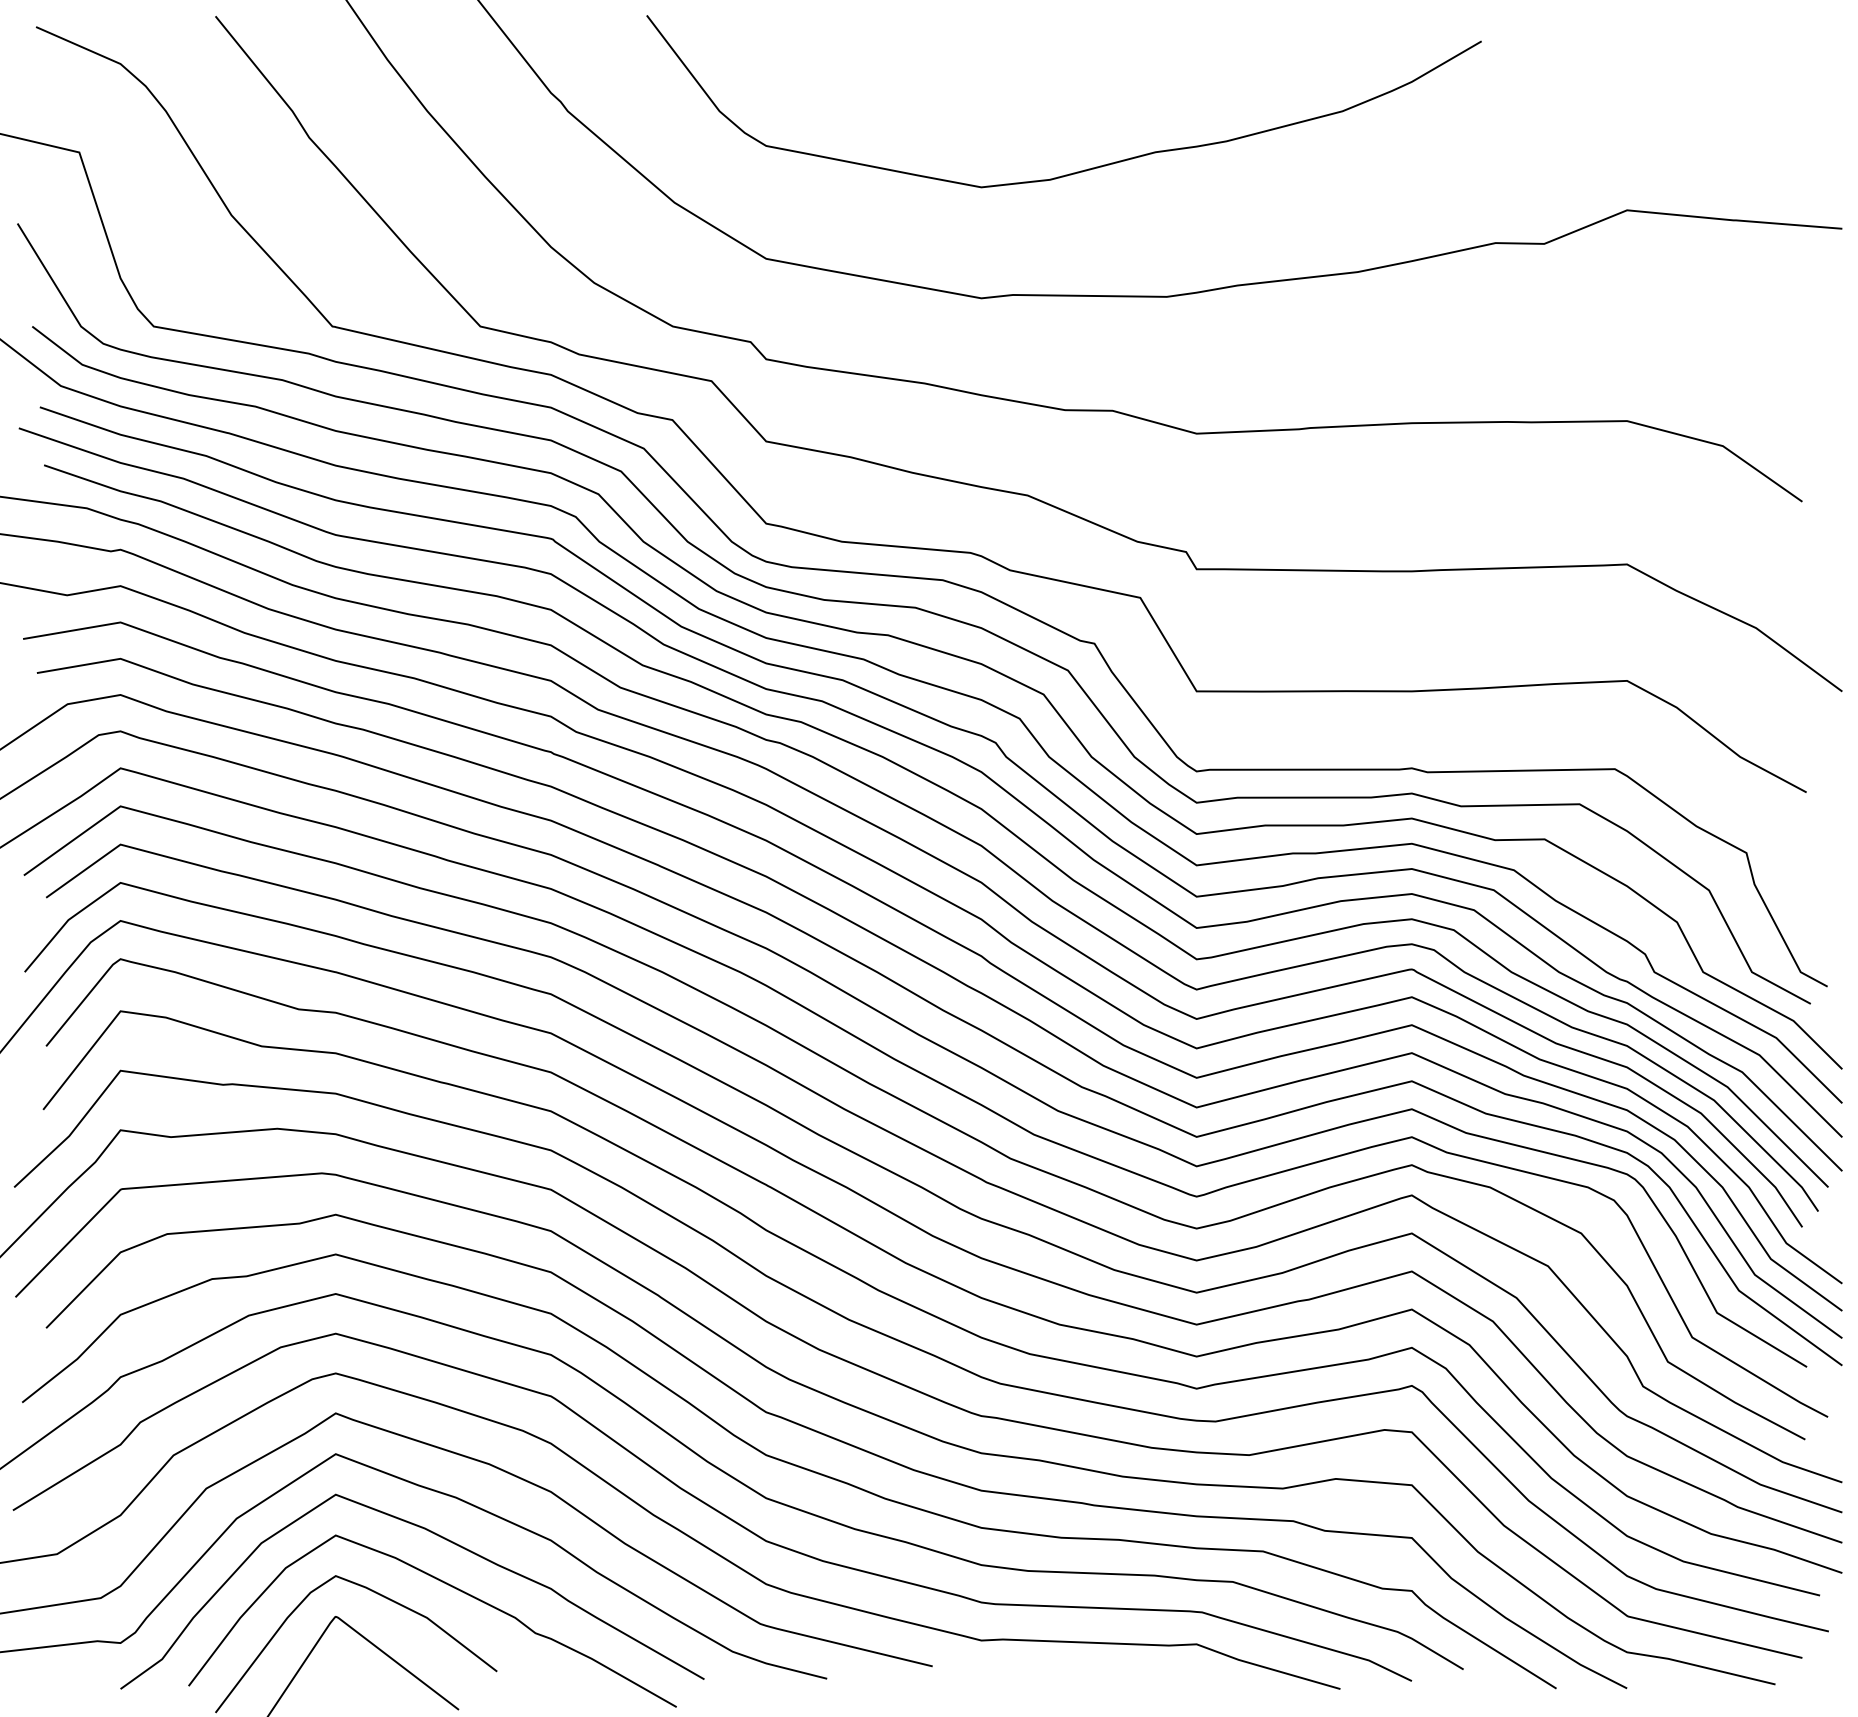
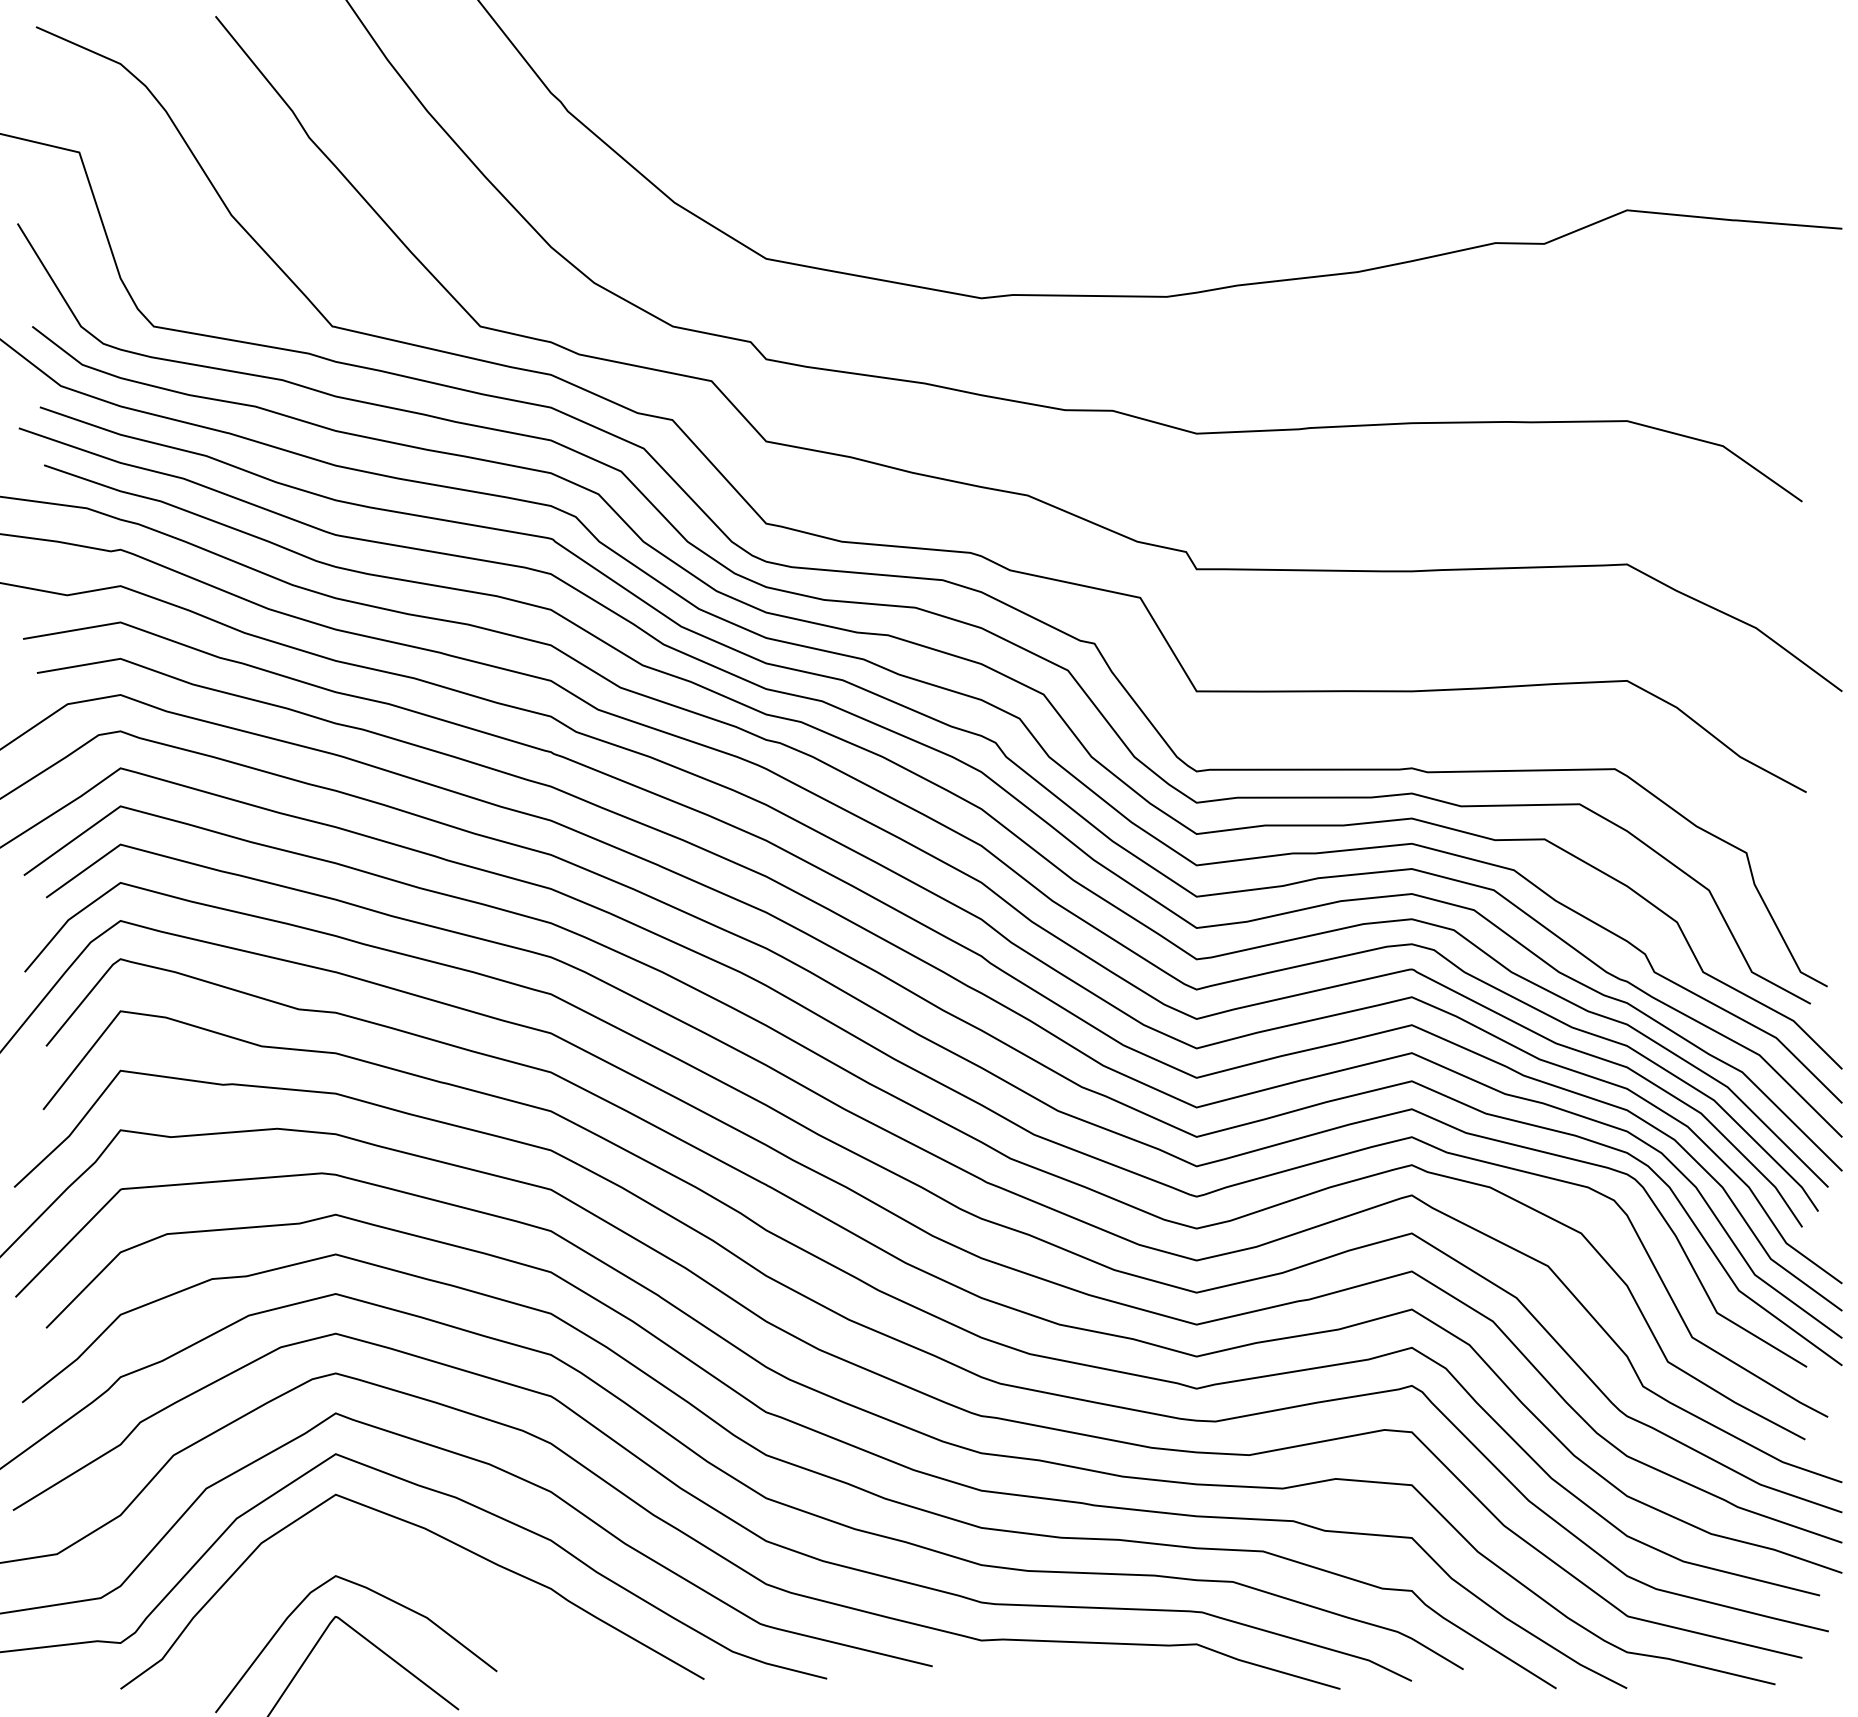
curve at (1080, 170): present -> none
curve at (450, 1586): present -> none
